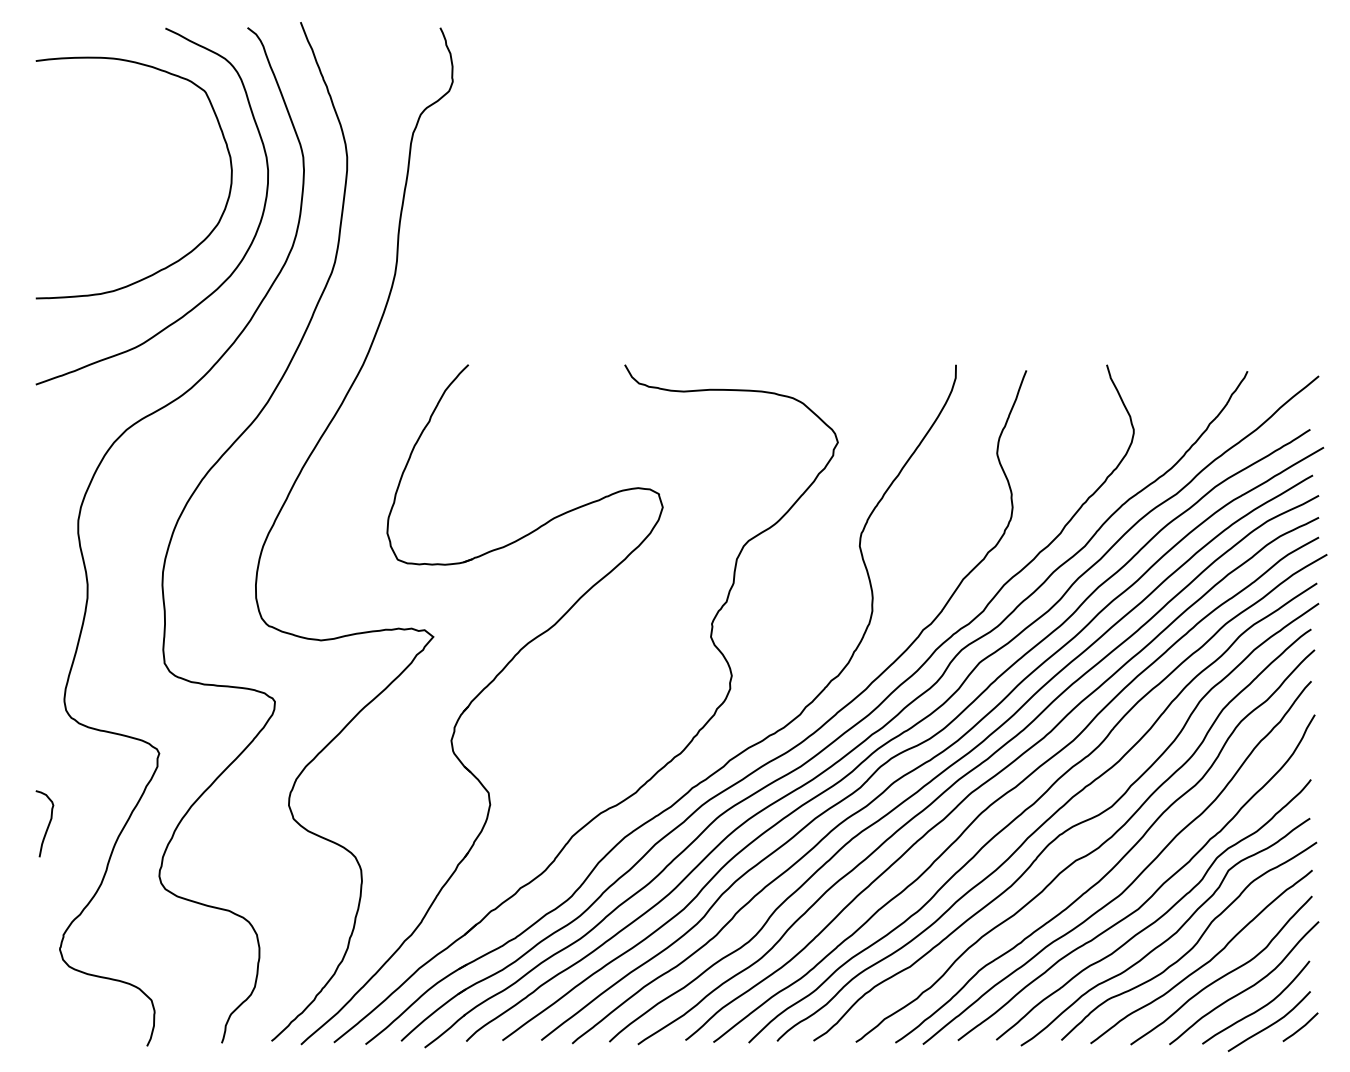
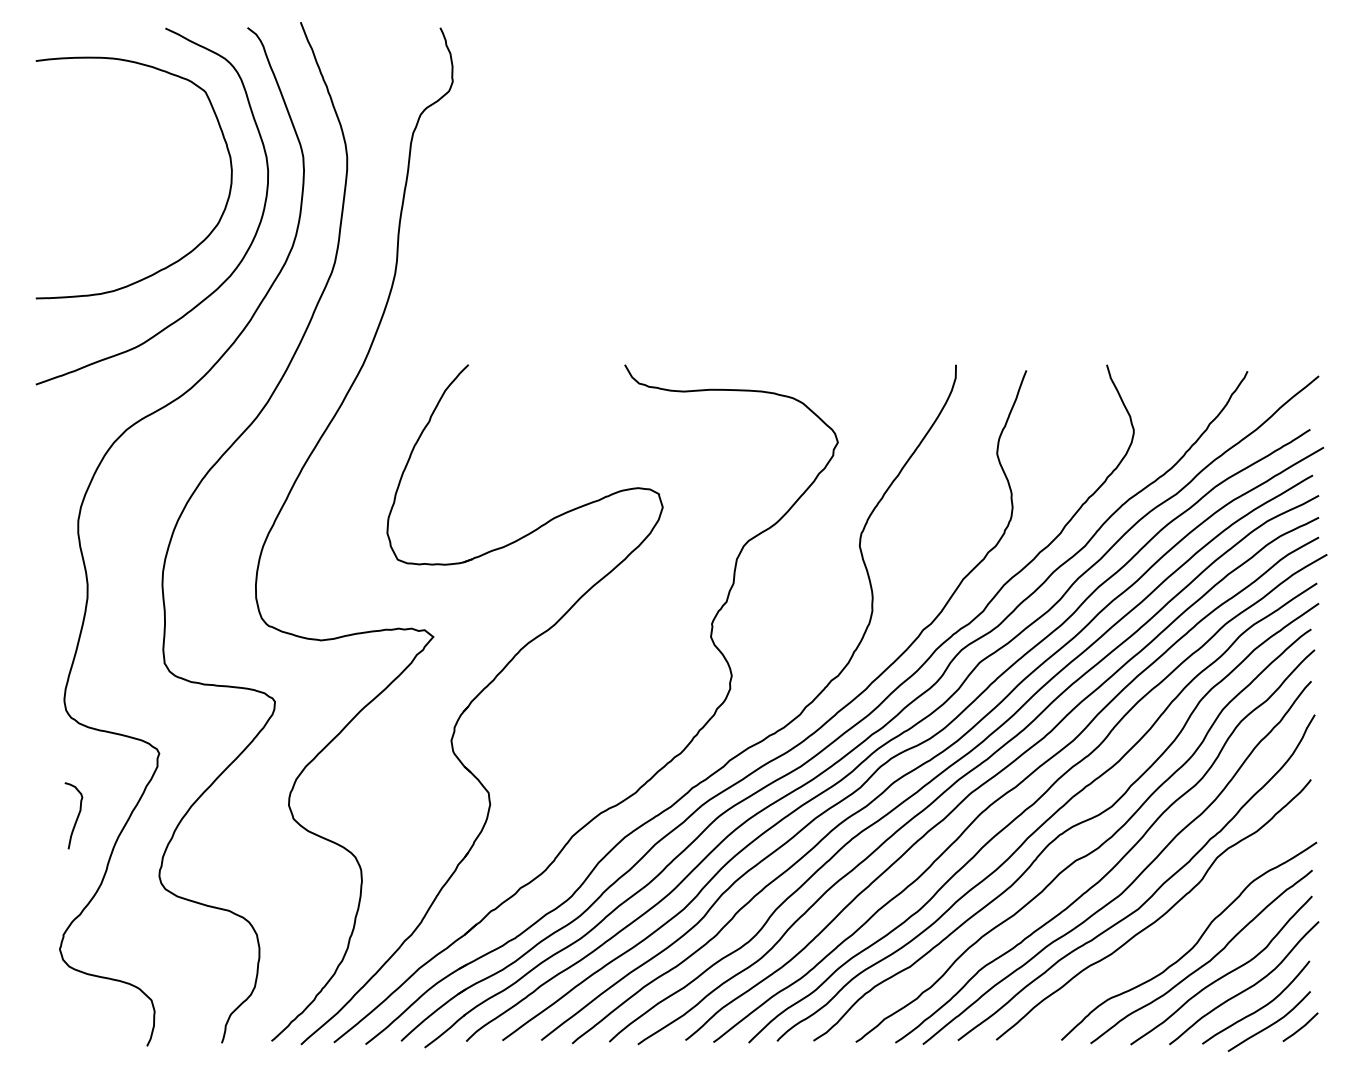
curve at (47, 825) position: (47, 825) -> (76, 817)
curve at (1169, 936): present -> none
